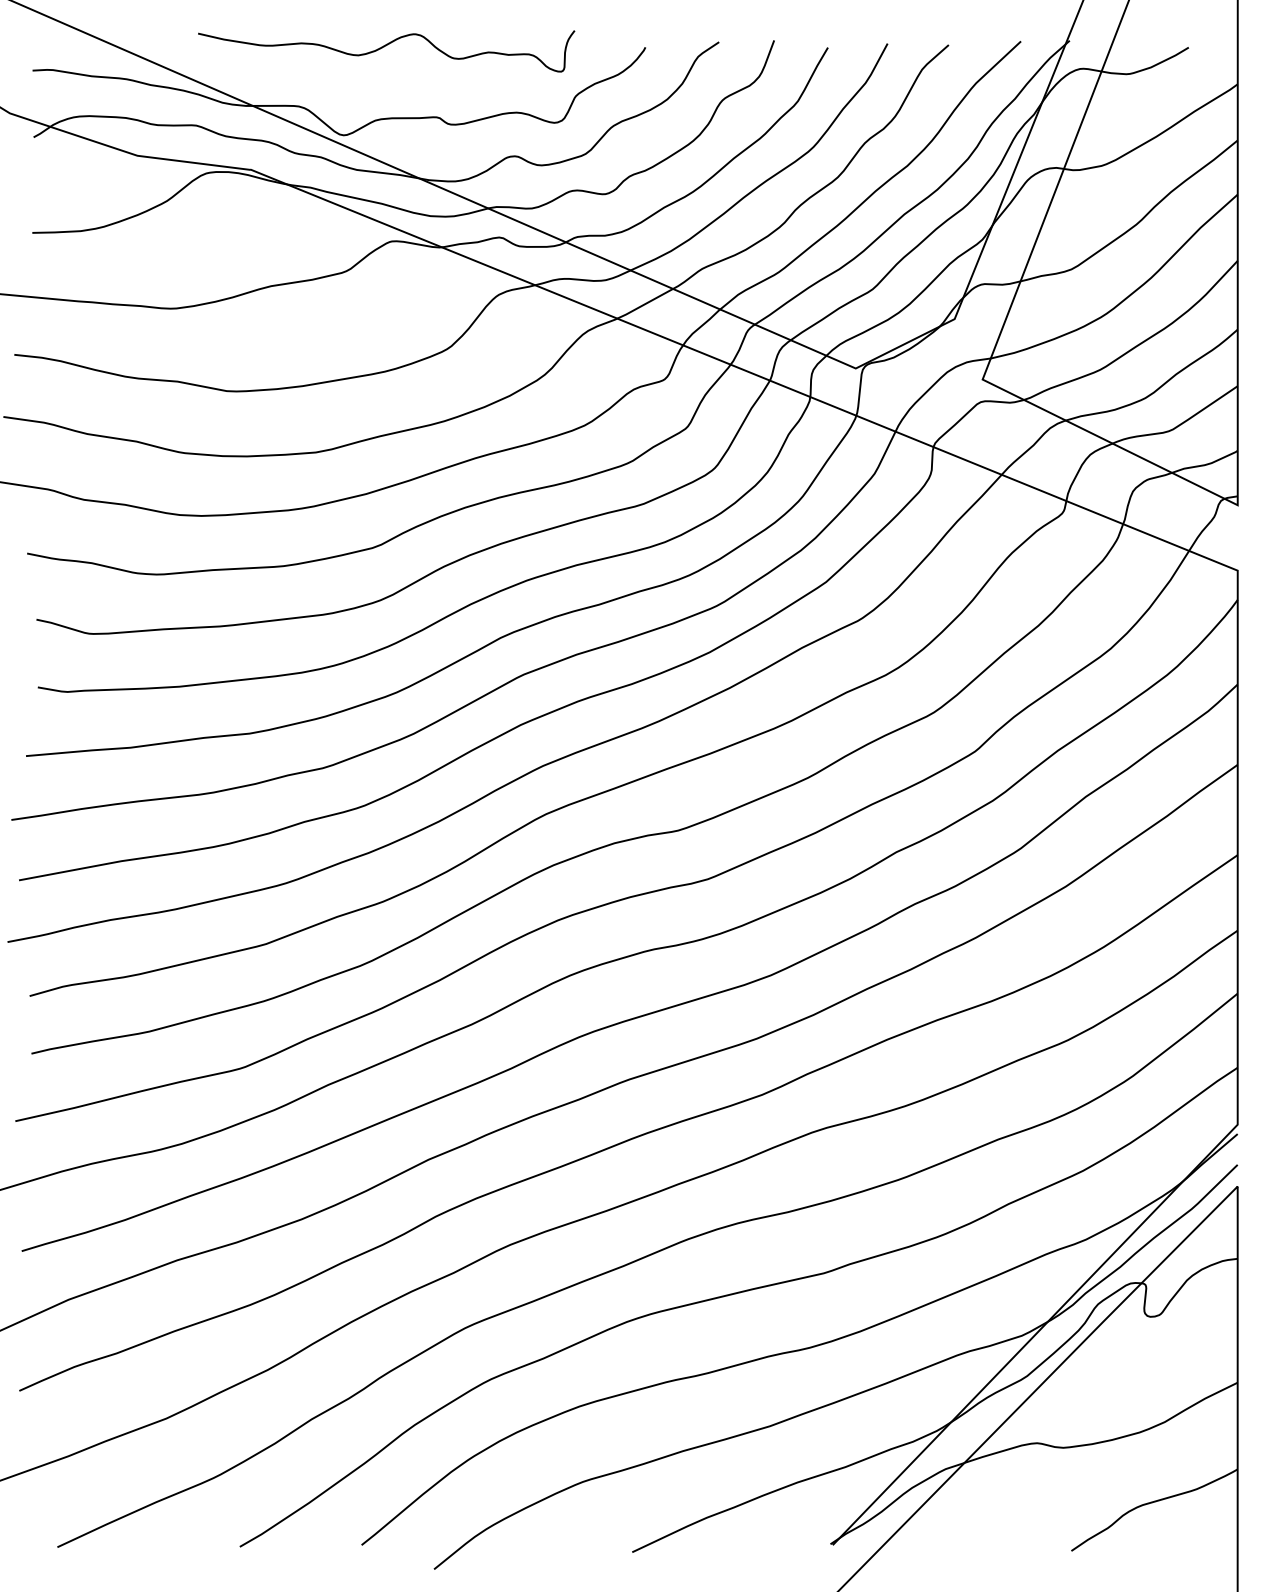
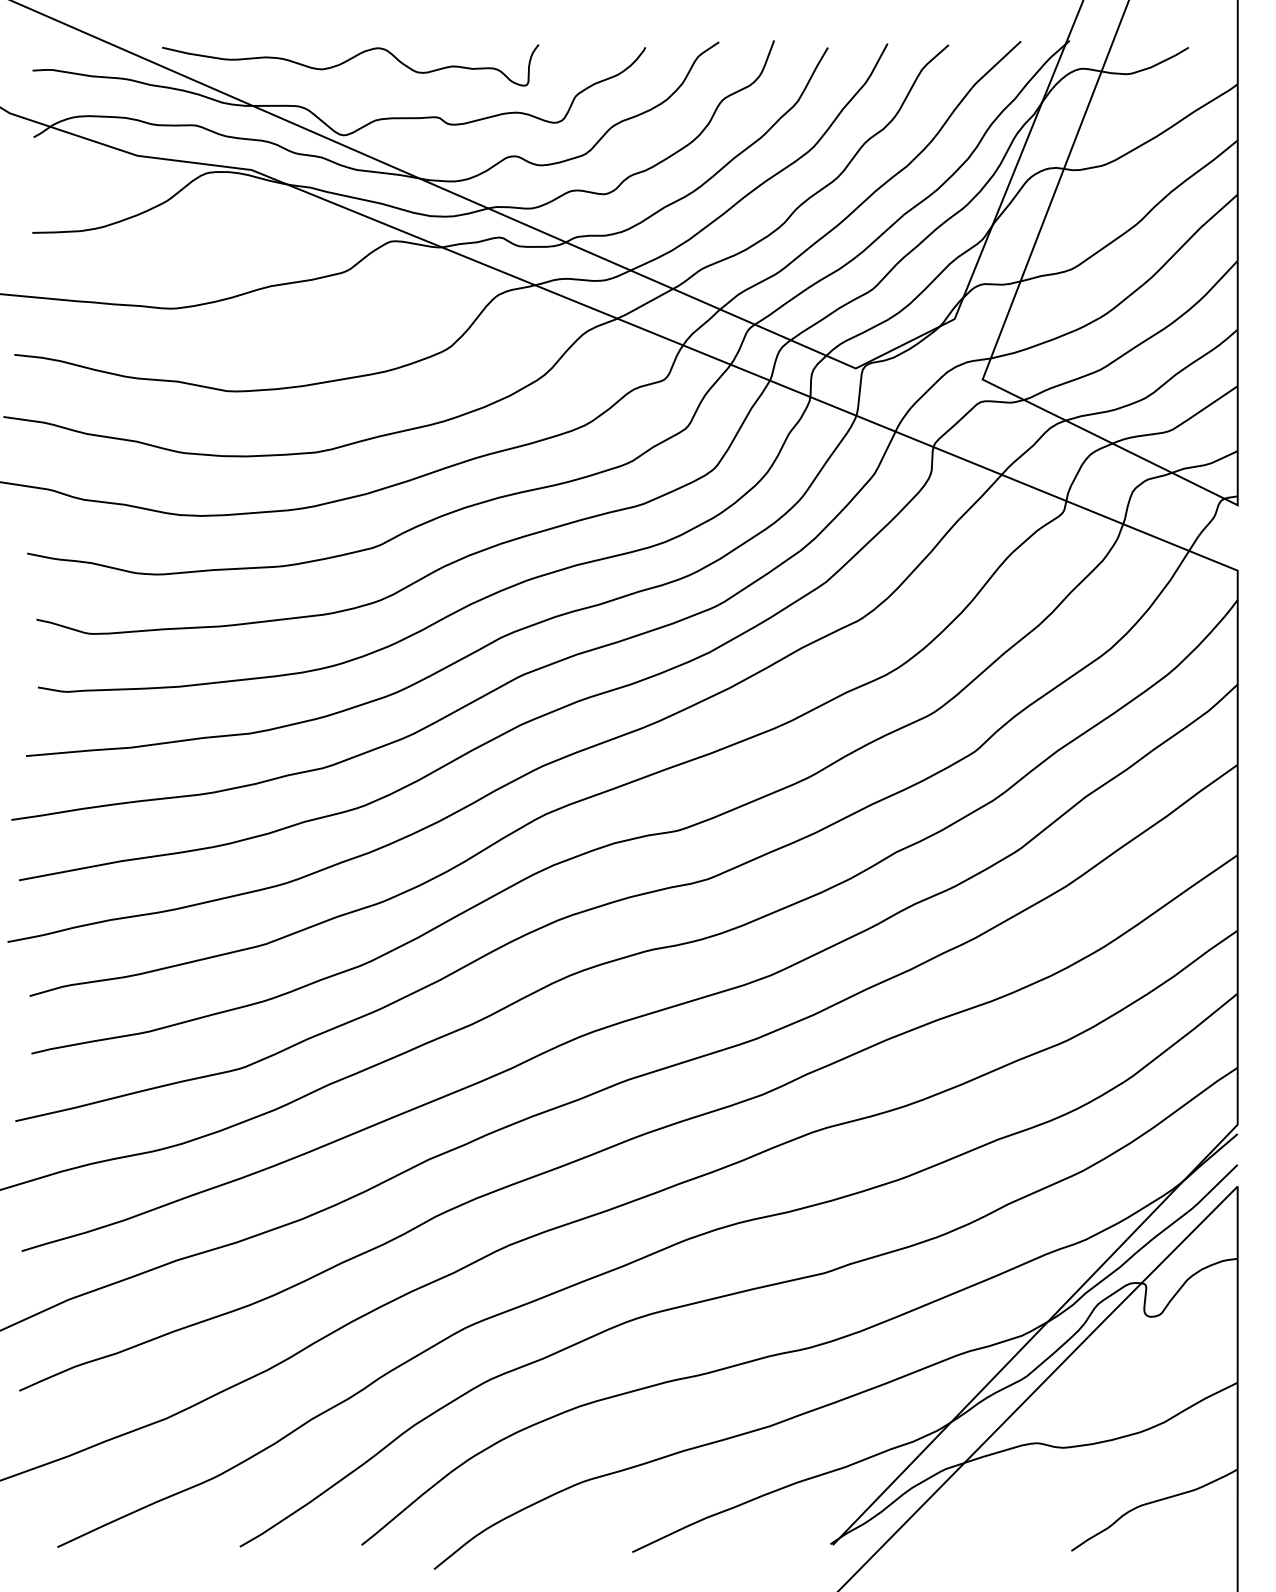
curve at (384, 47) position: (384, 47) -> (348, 61)
